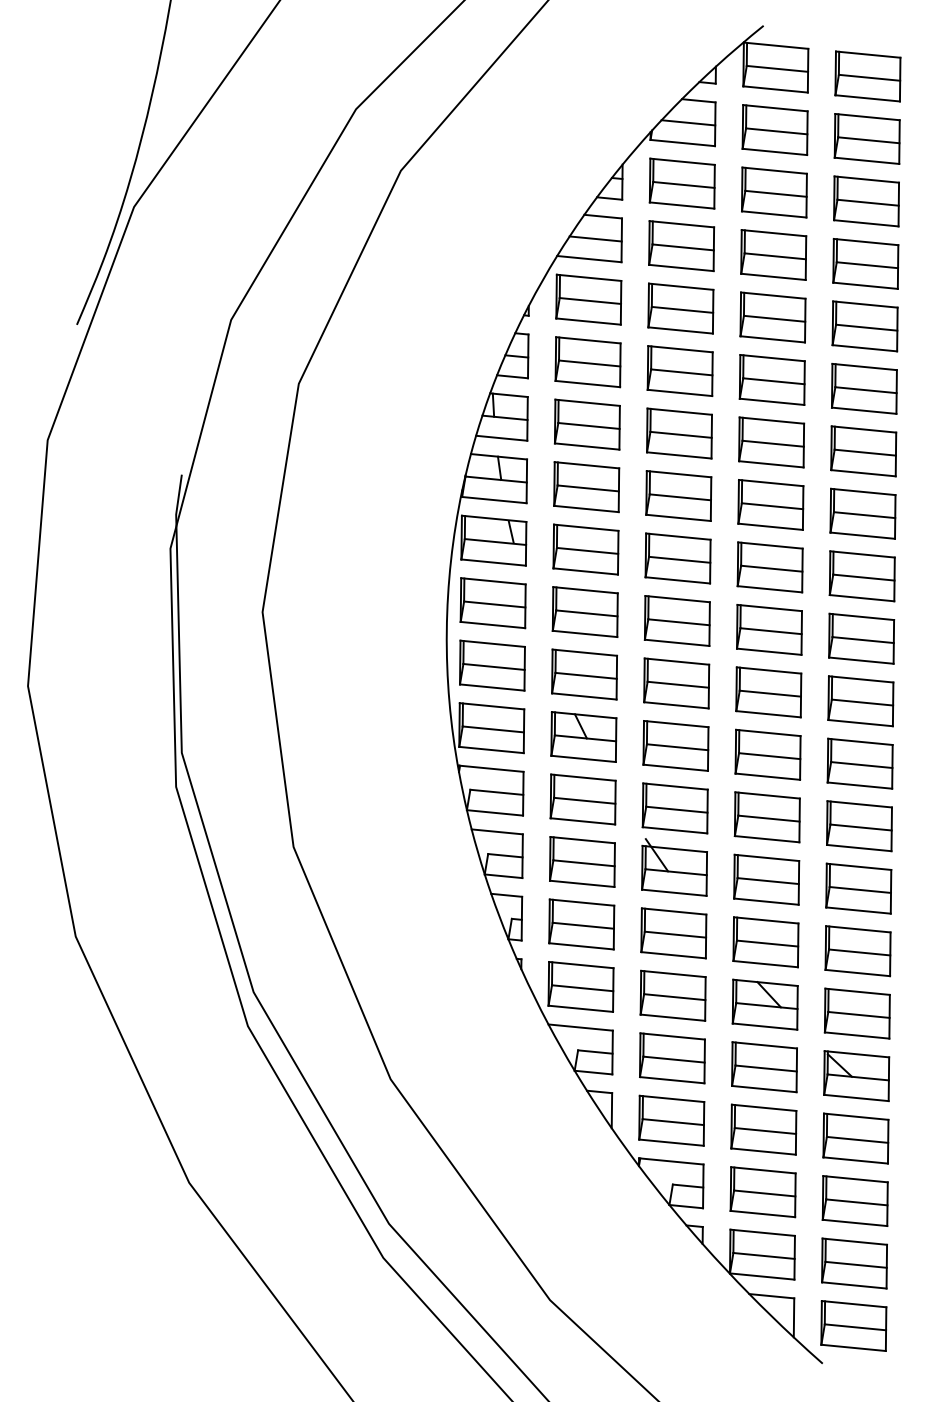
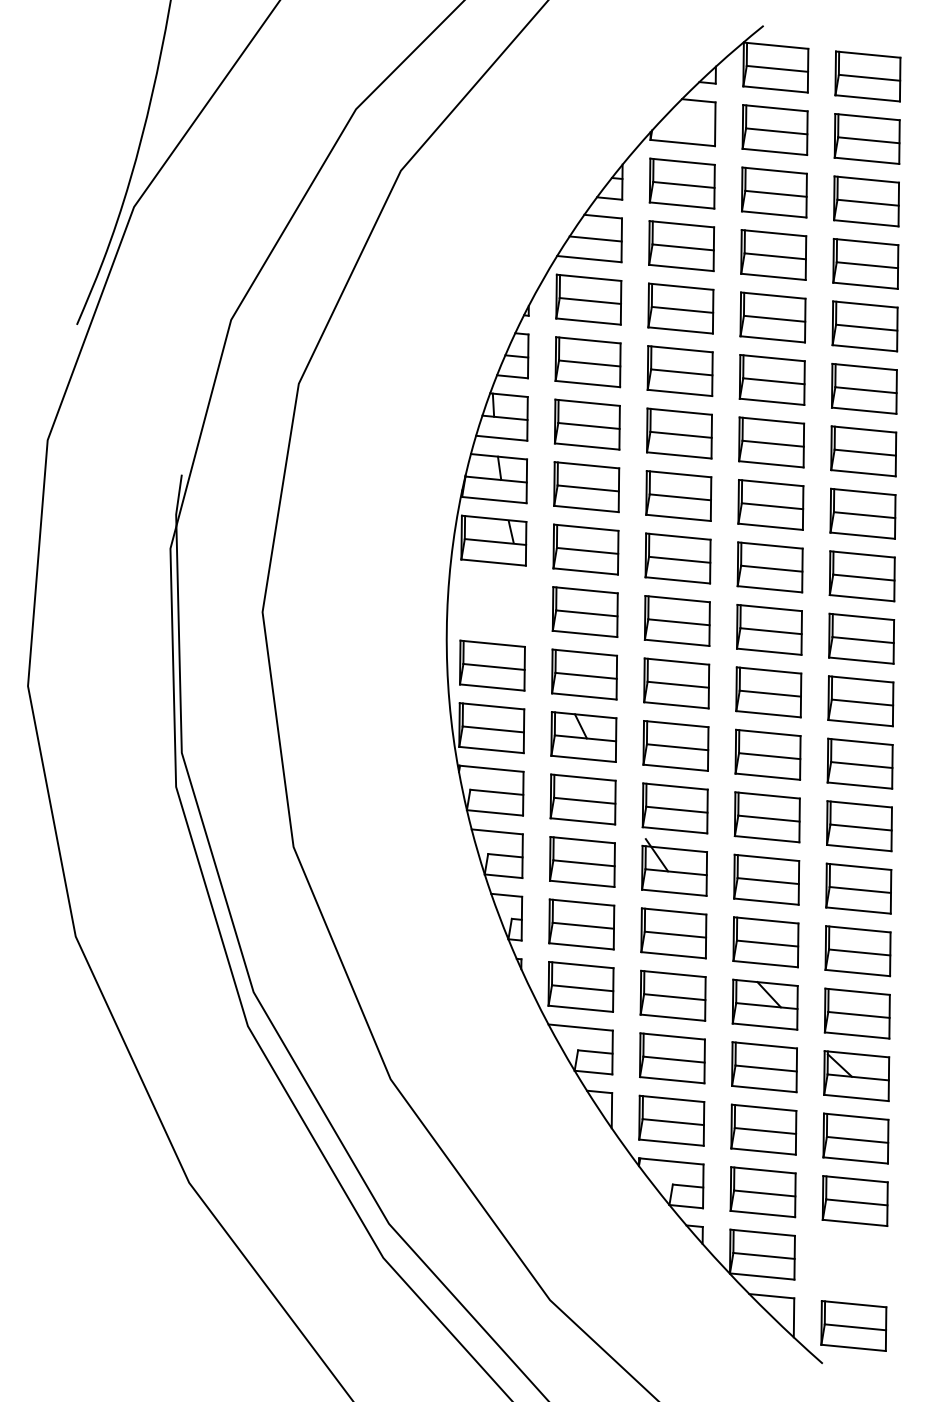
line at (688, 122): present -> none
part at (492, 603): present -> none
part at (854, 1263): present -> none
